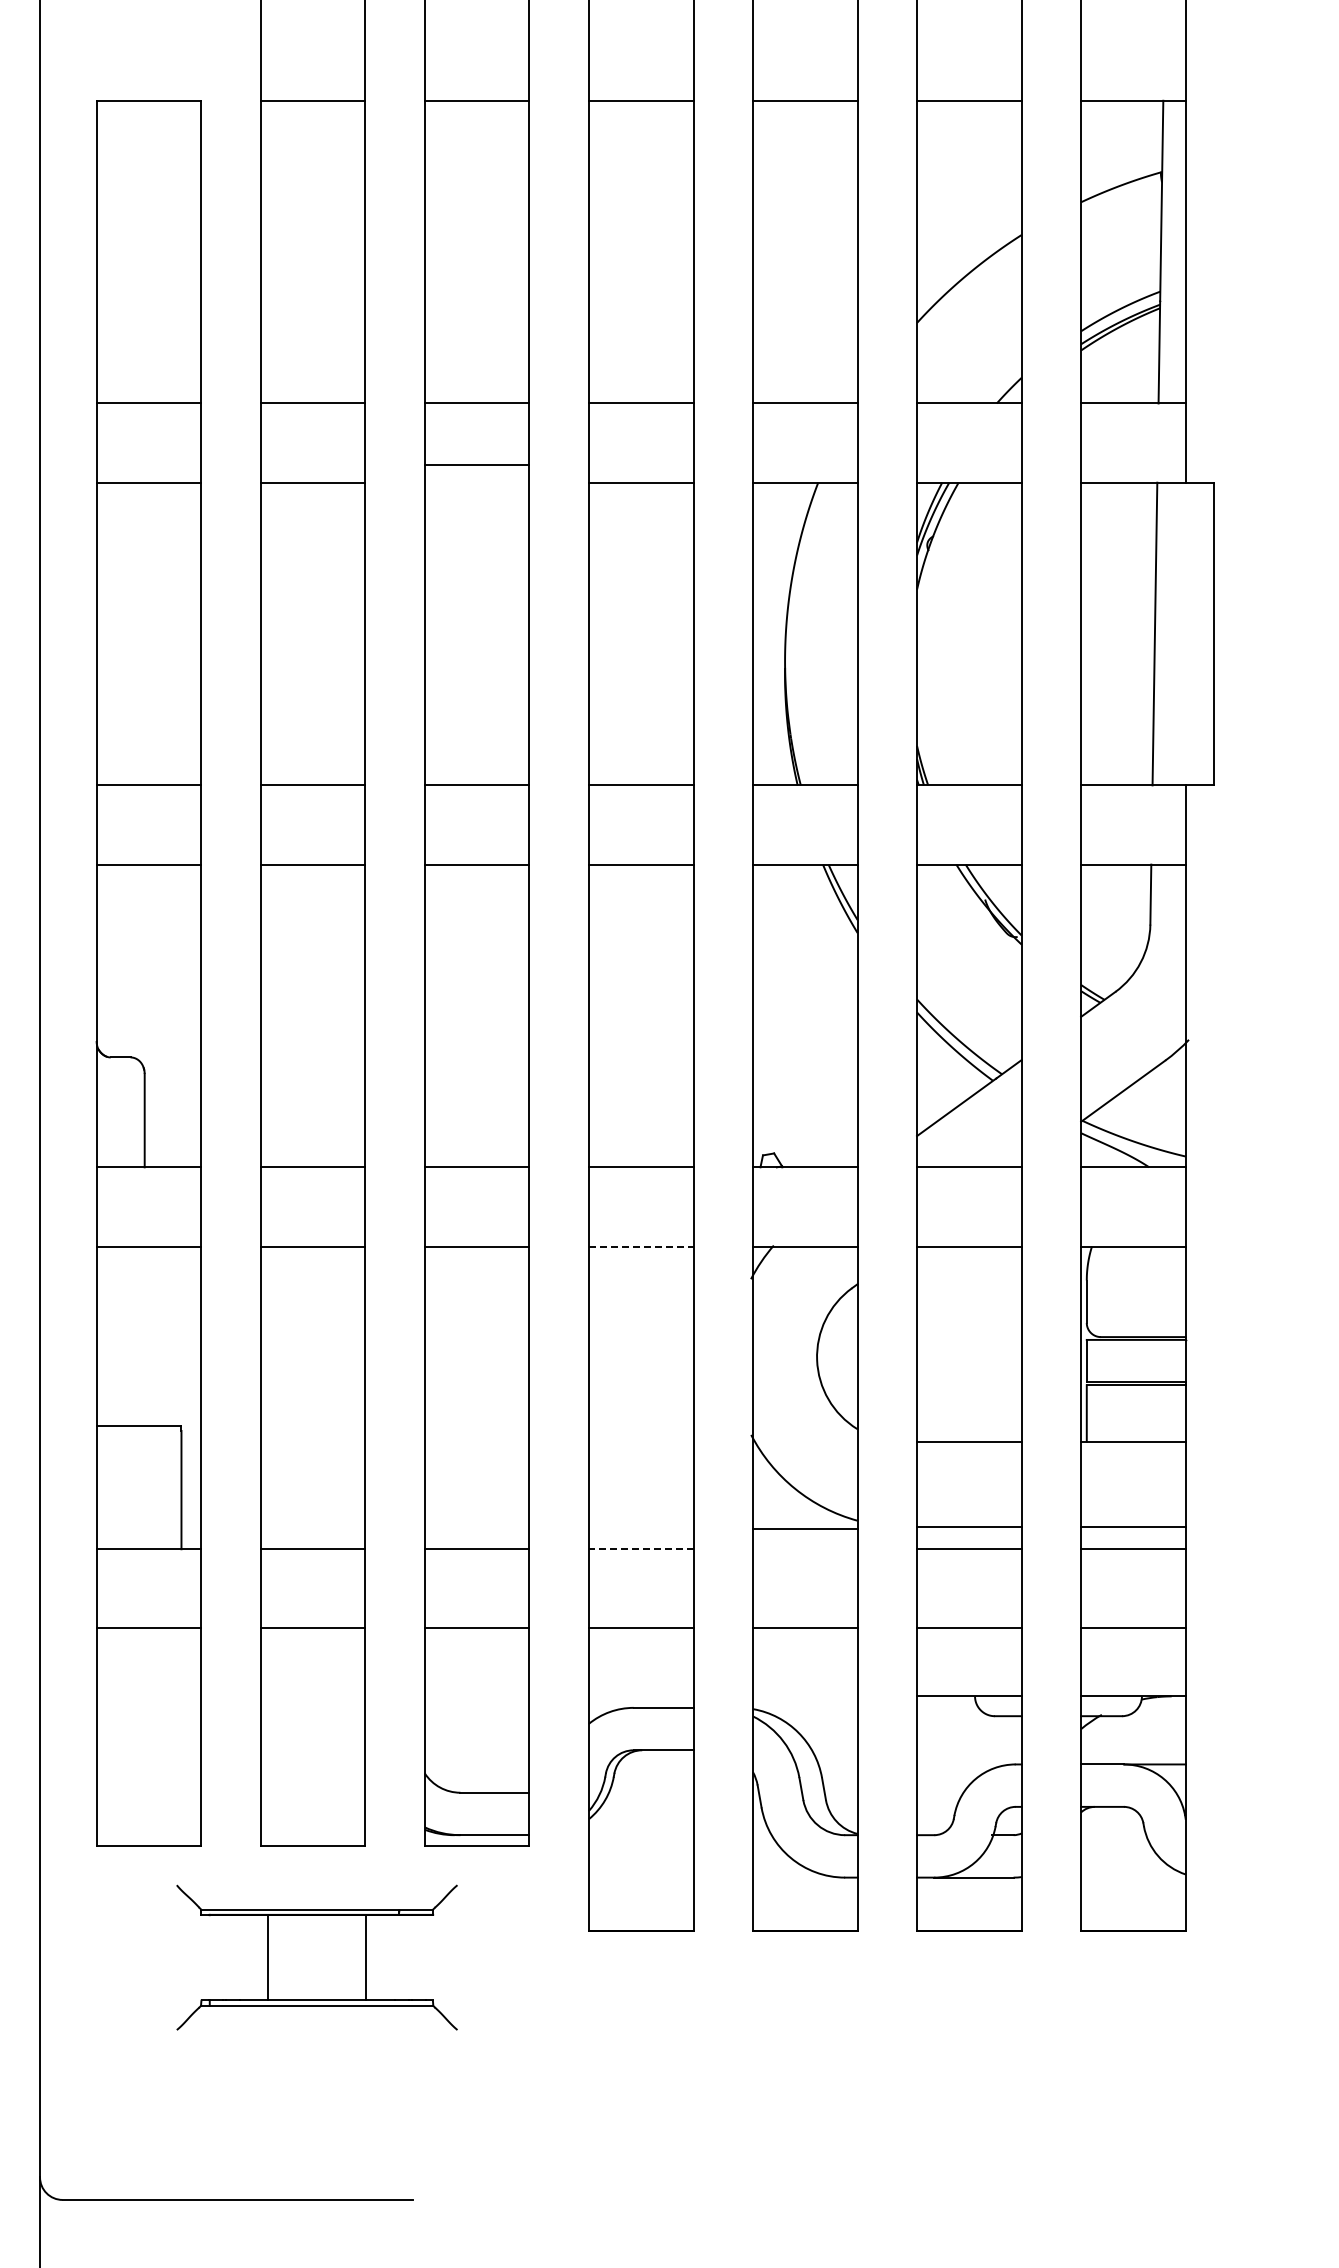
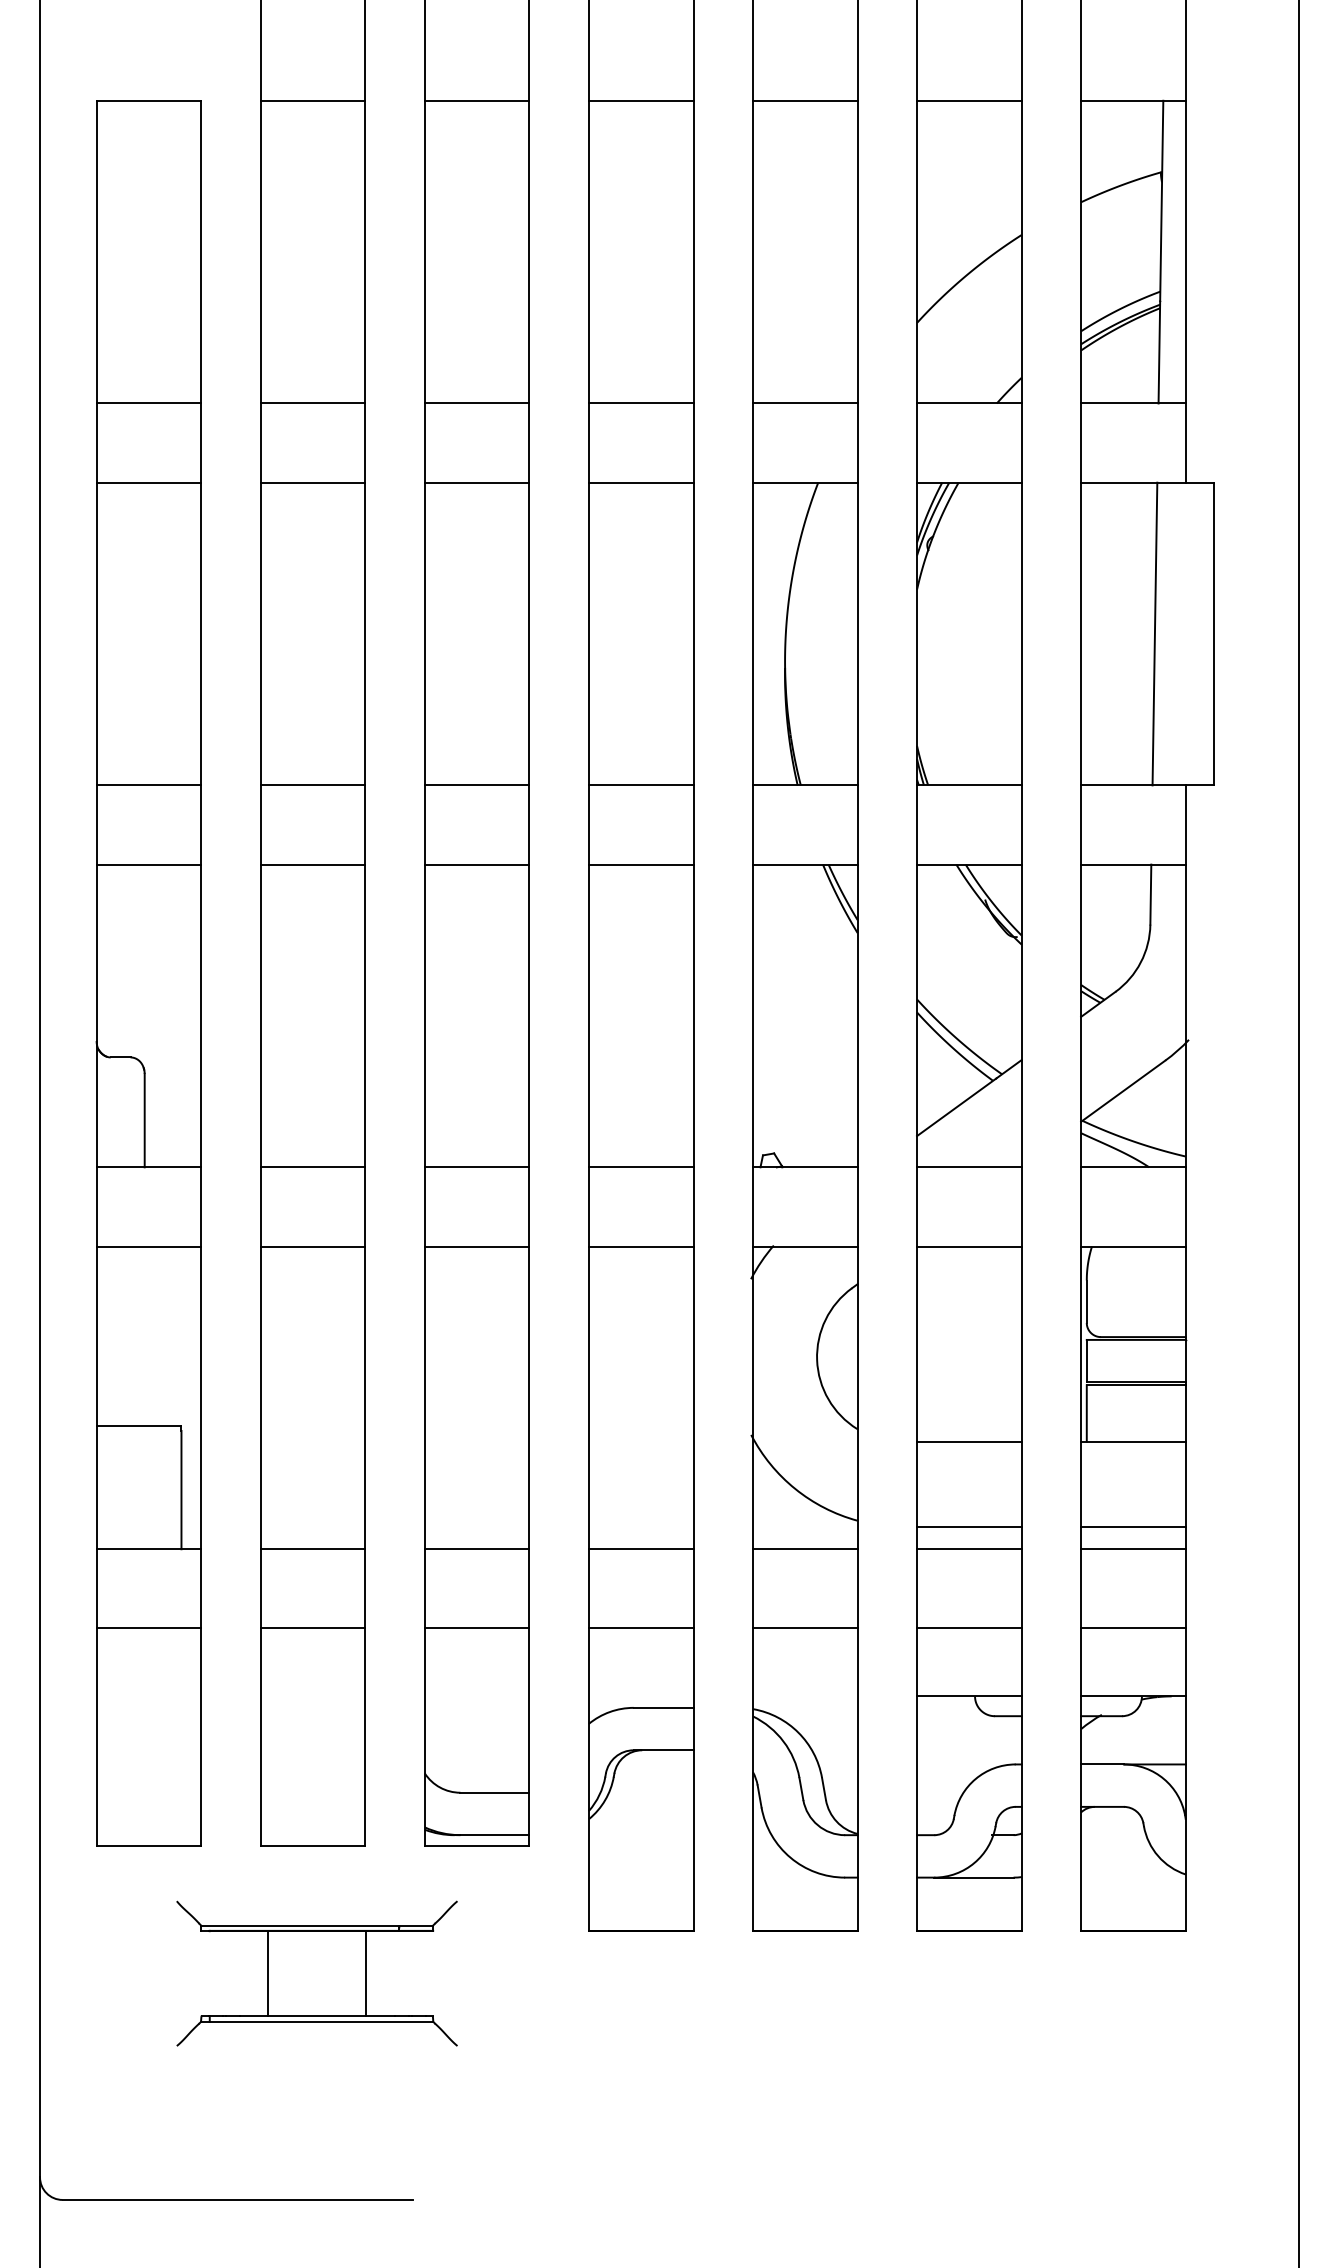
line at (476, 464) position: (476, 464) -> (476, 482)
line at (1298, 1133): none -> present
line at (641, 1246): dashed -> solid
line at (804, 1529) position: (804, 1529) -> (804, 1549)
line at (640, 1549): dashed -> solid
part at (316, 1957) position: (316, 1957) -> (316, 1973)
